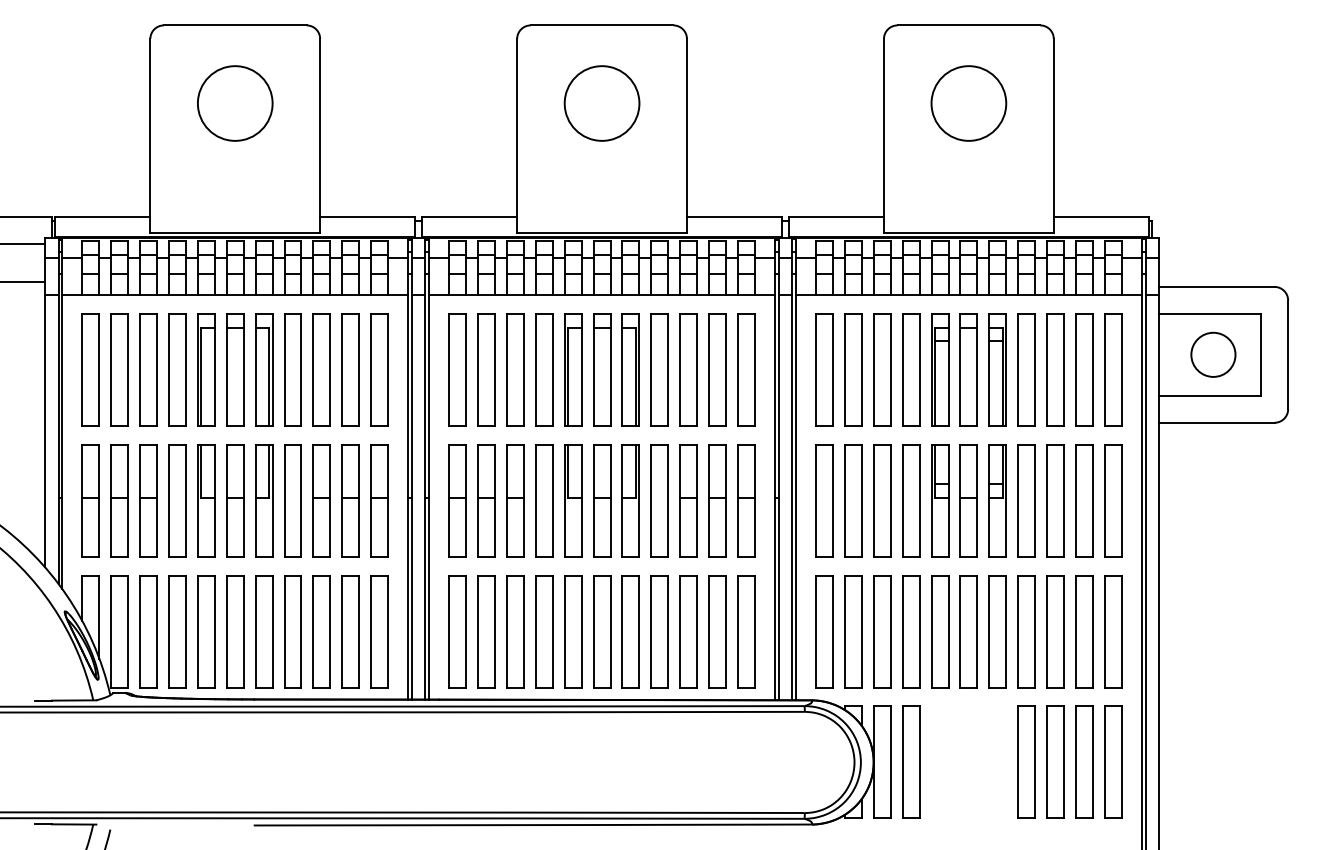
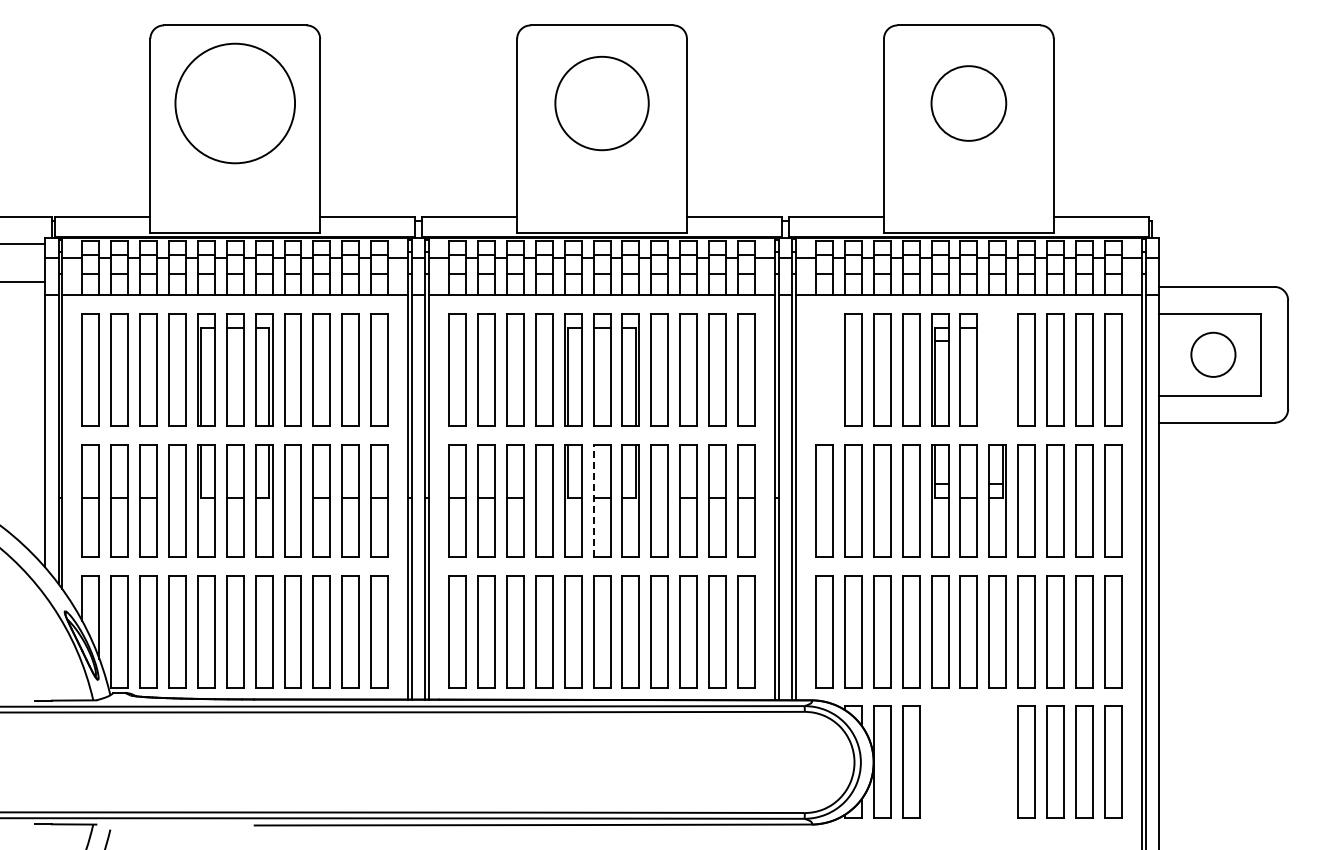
circle at (234, 103) diameter: 75 px -> 120 px
circle at (601, 103) diameter: 75 px -> 93 px
part at (824, 369): present -> none
part at (997, 369): present -> none
line at (593, 500): solid -> dashed
